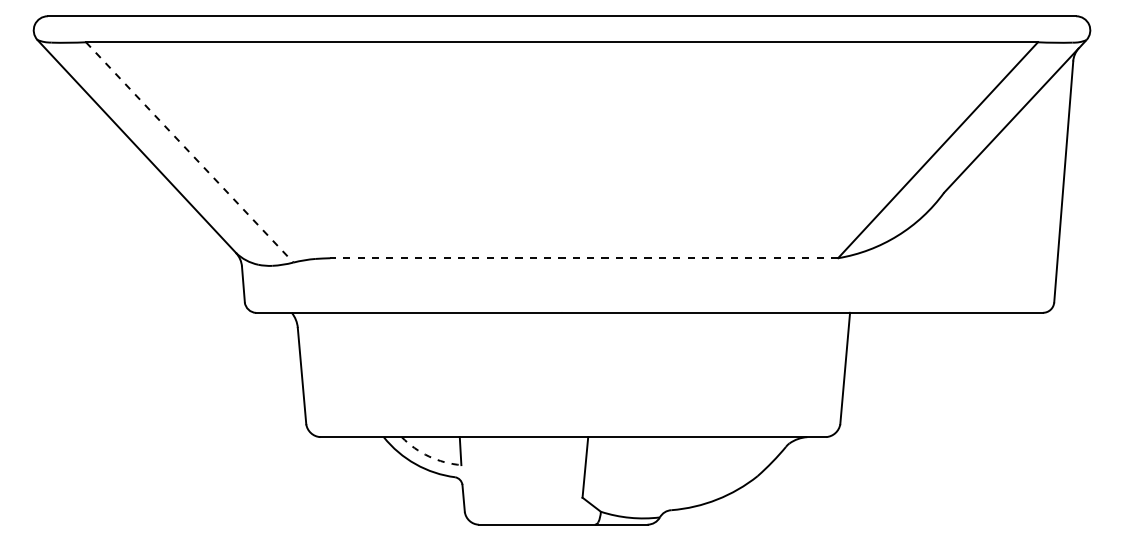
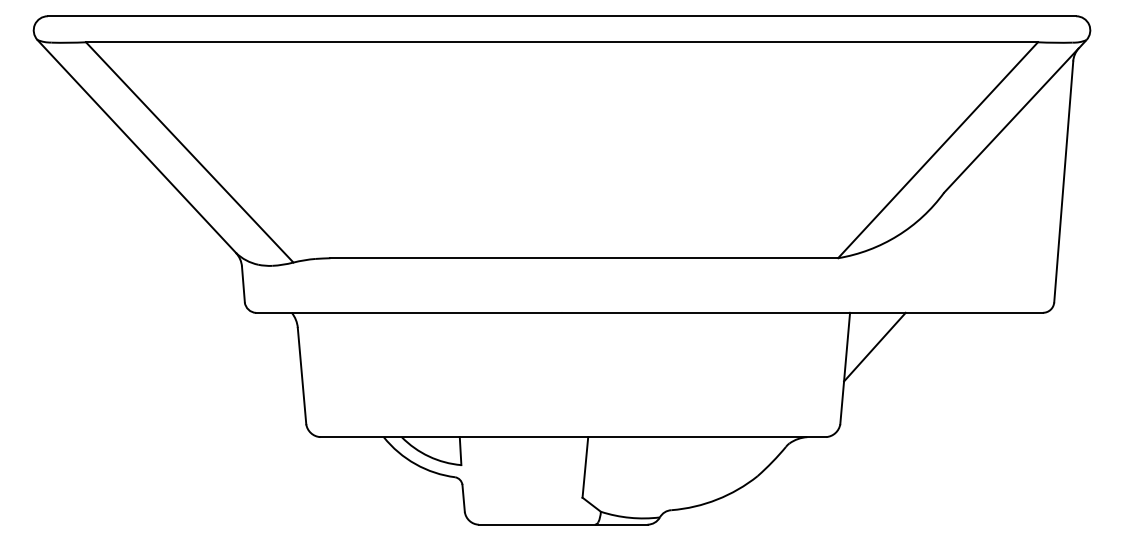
line at (190, 152): dashed -> solid
line at (584, 258): dashed -> solid
line at (874, 346): none -> present
arc at (429, 456): dashed -> solid
